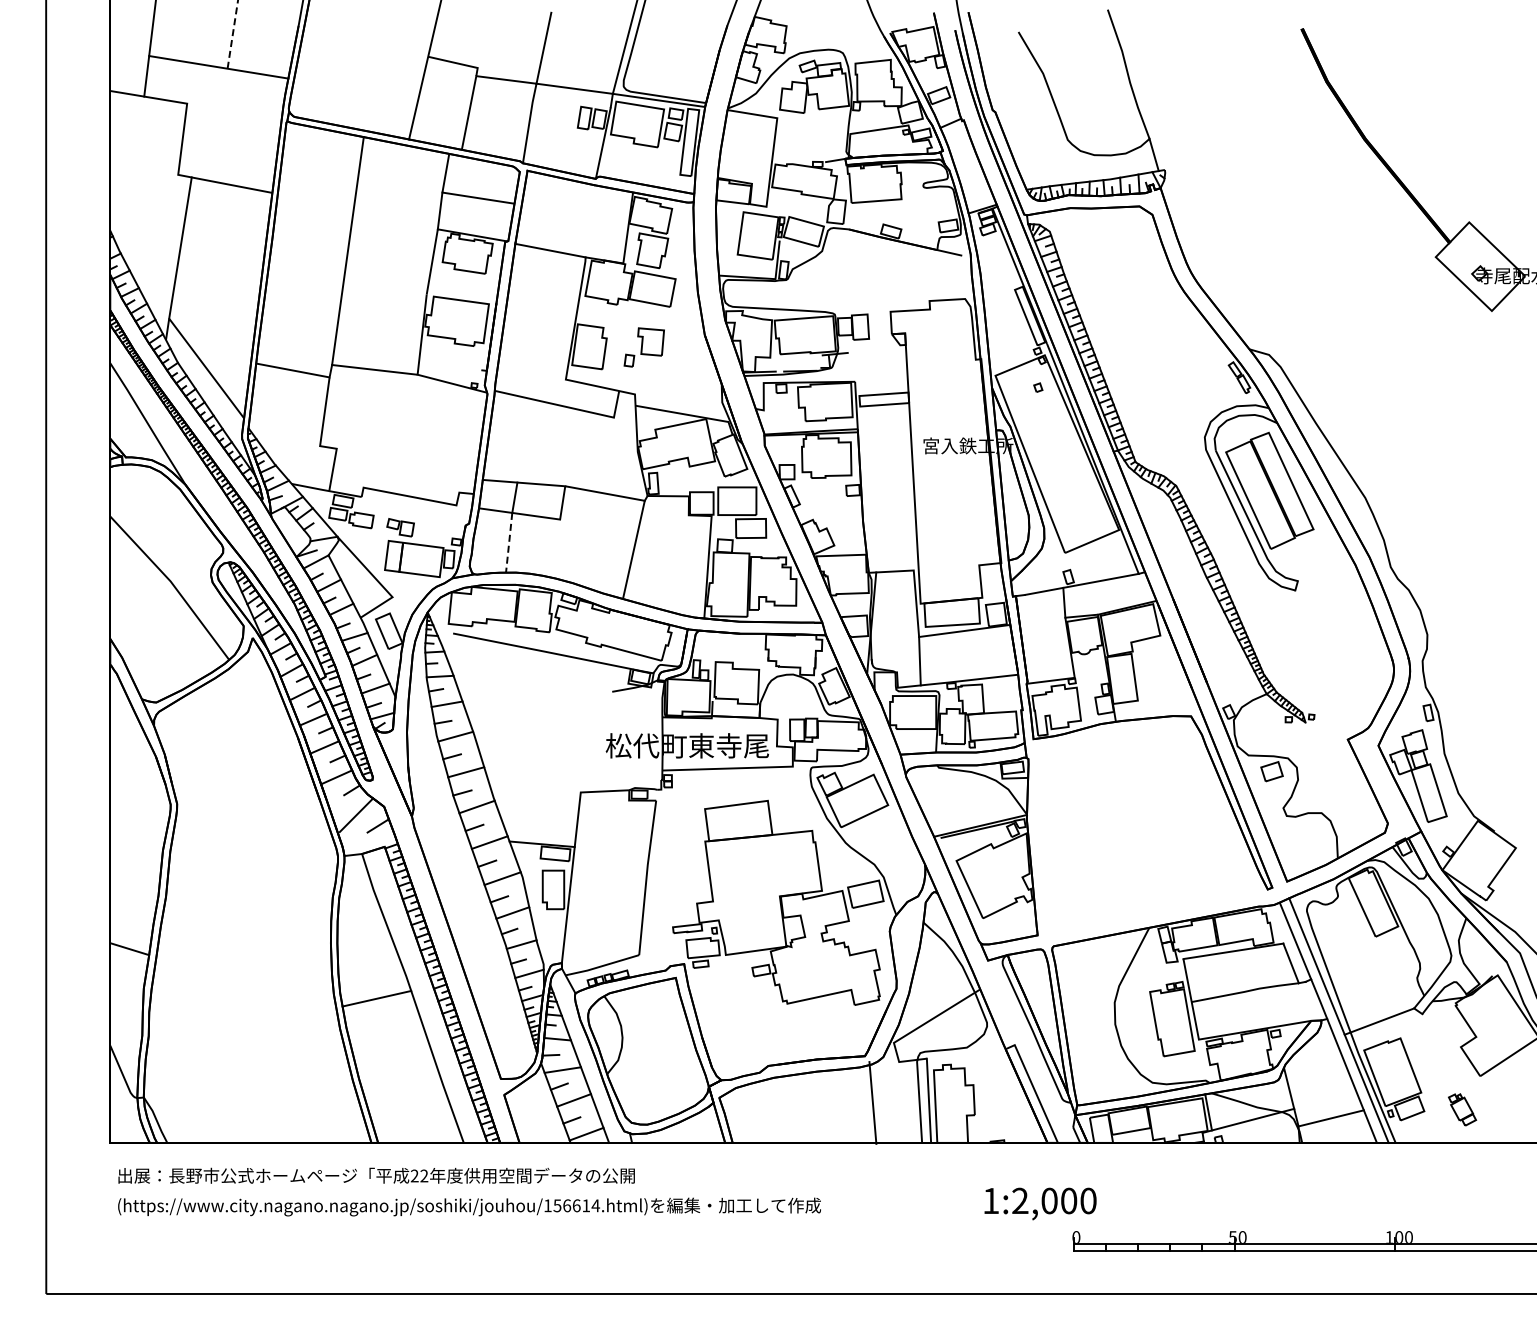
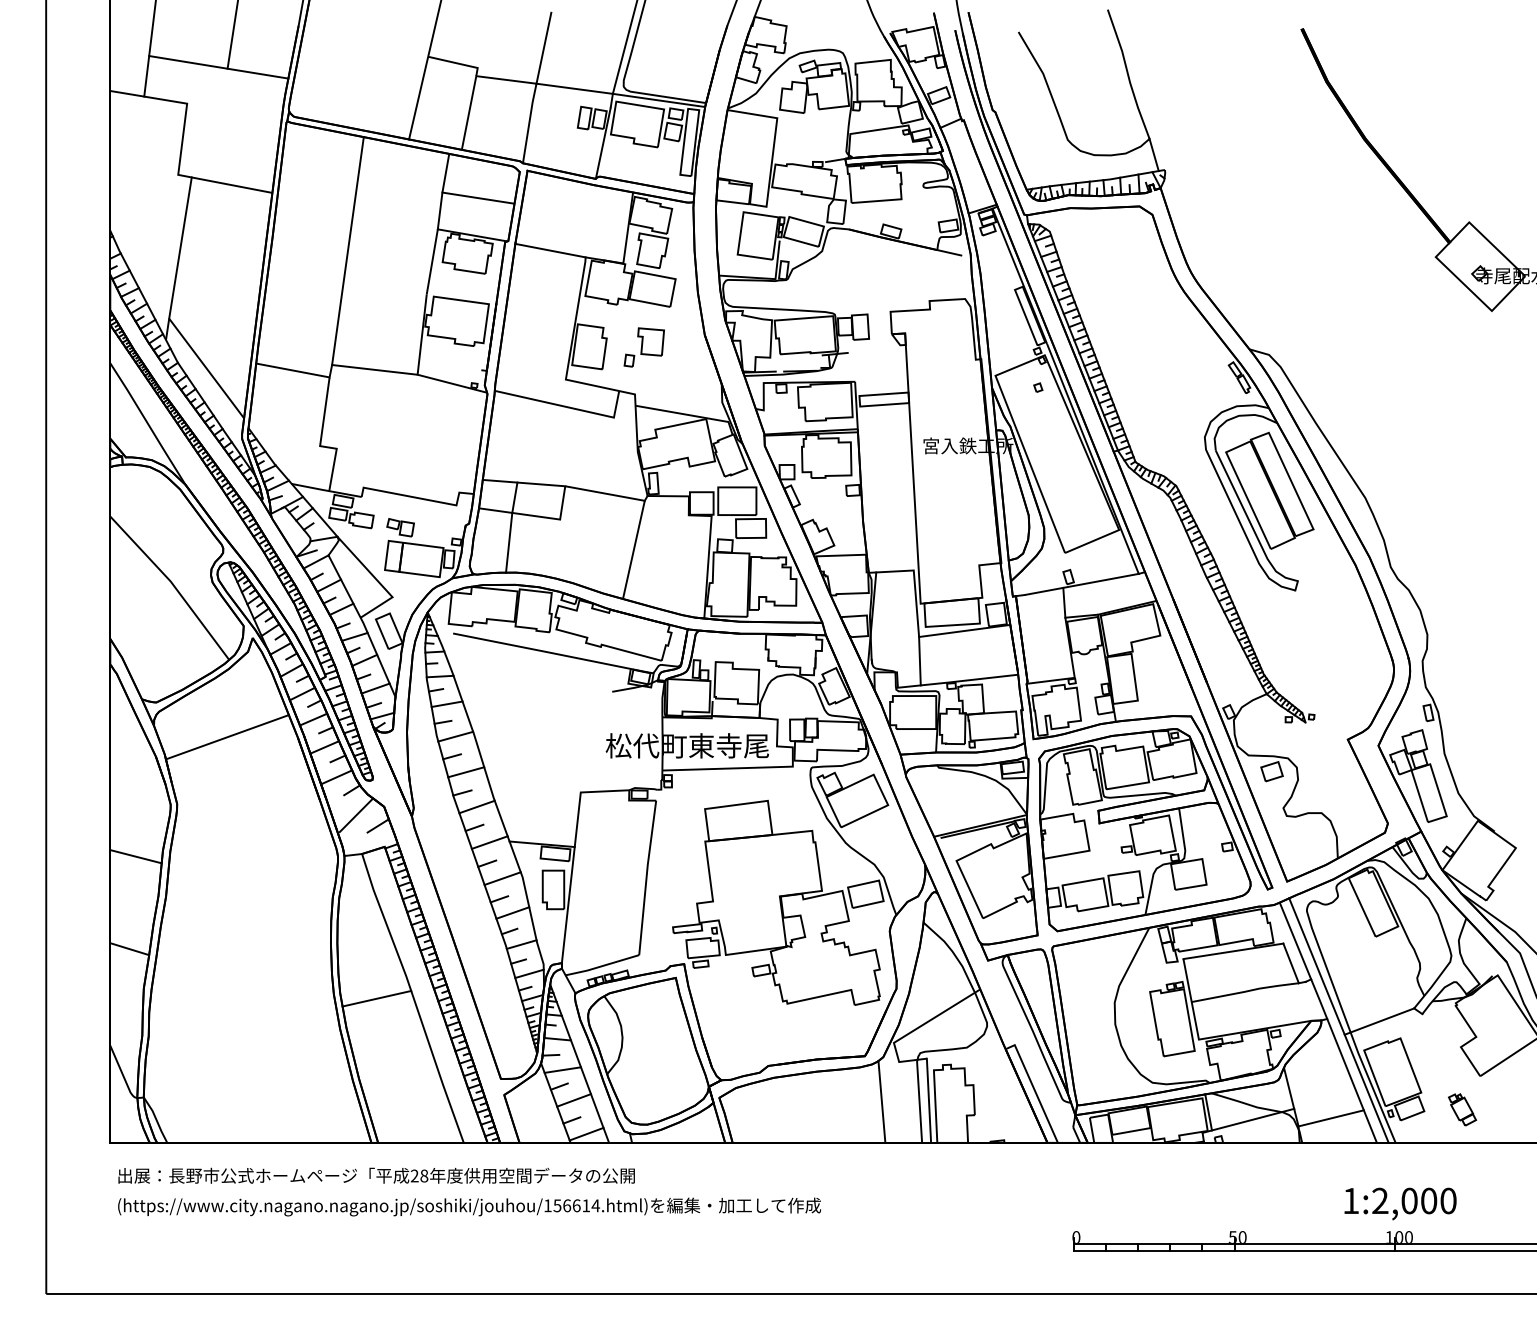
line at (232, 34): dashed -> solid
line at (509, 543): dashed -> solid
line at (226, 737): none -> present
part at (1144, 830): none -> present
line at (135, 856): none -> present
line at (872, 1102) position: (872, 1102) -> (881, 1101)
text at (424, 1175): 22 -> 28
text at (1040, 1203) position: (1040, 1203) -> (1400, 1203)
